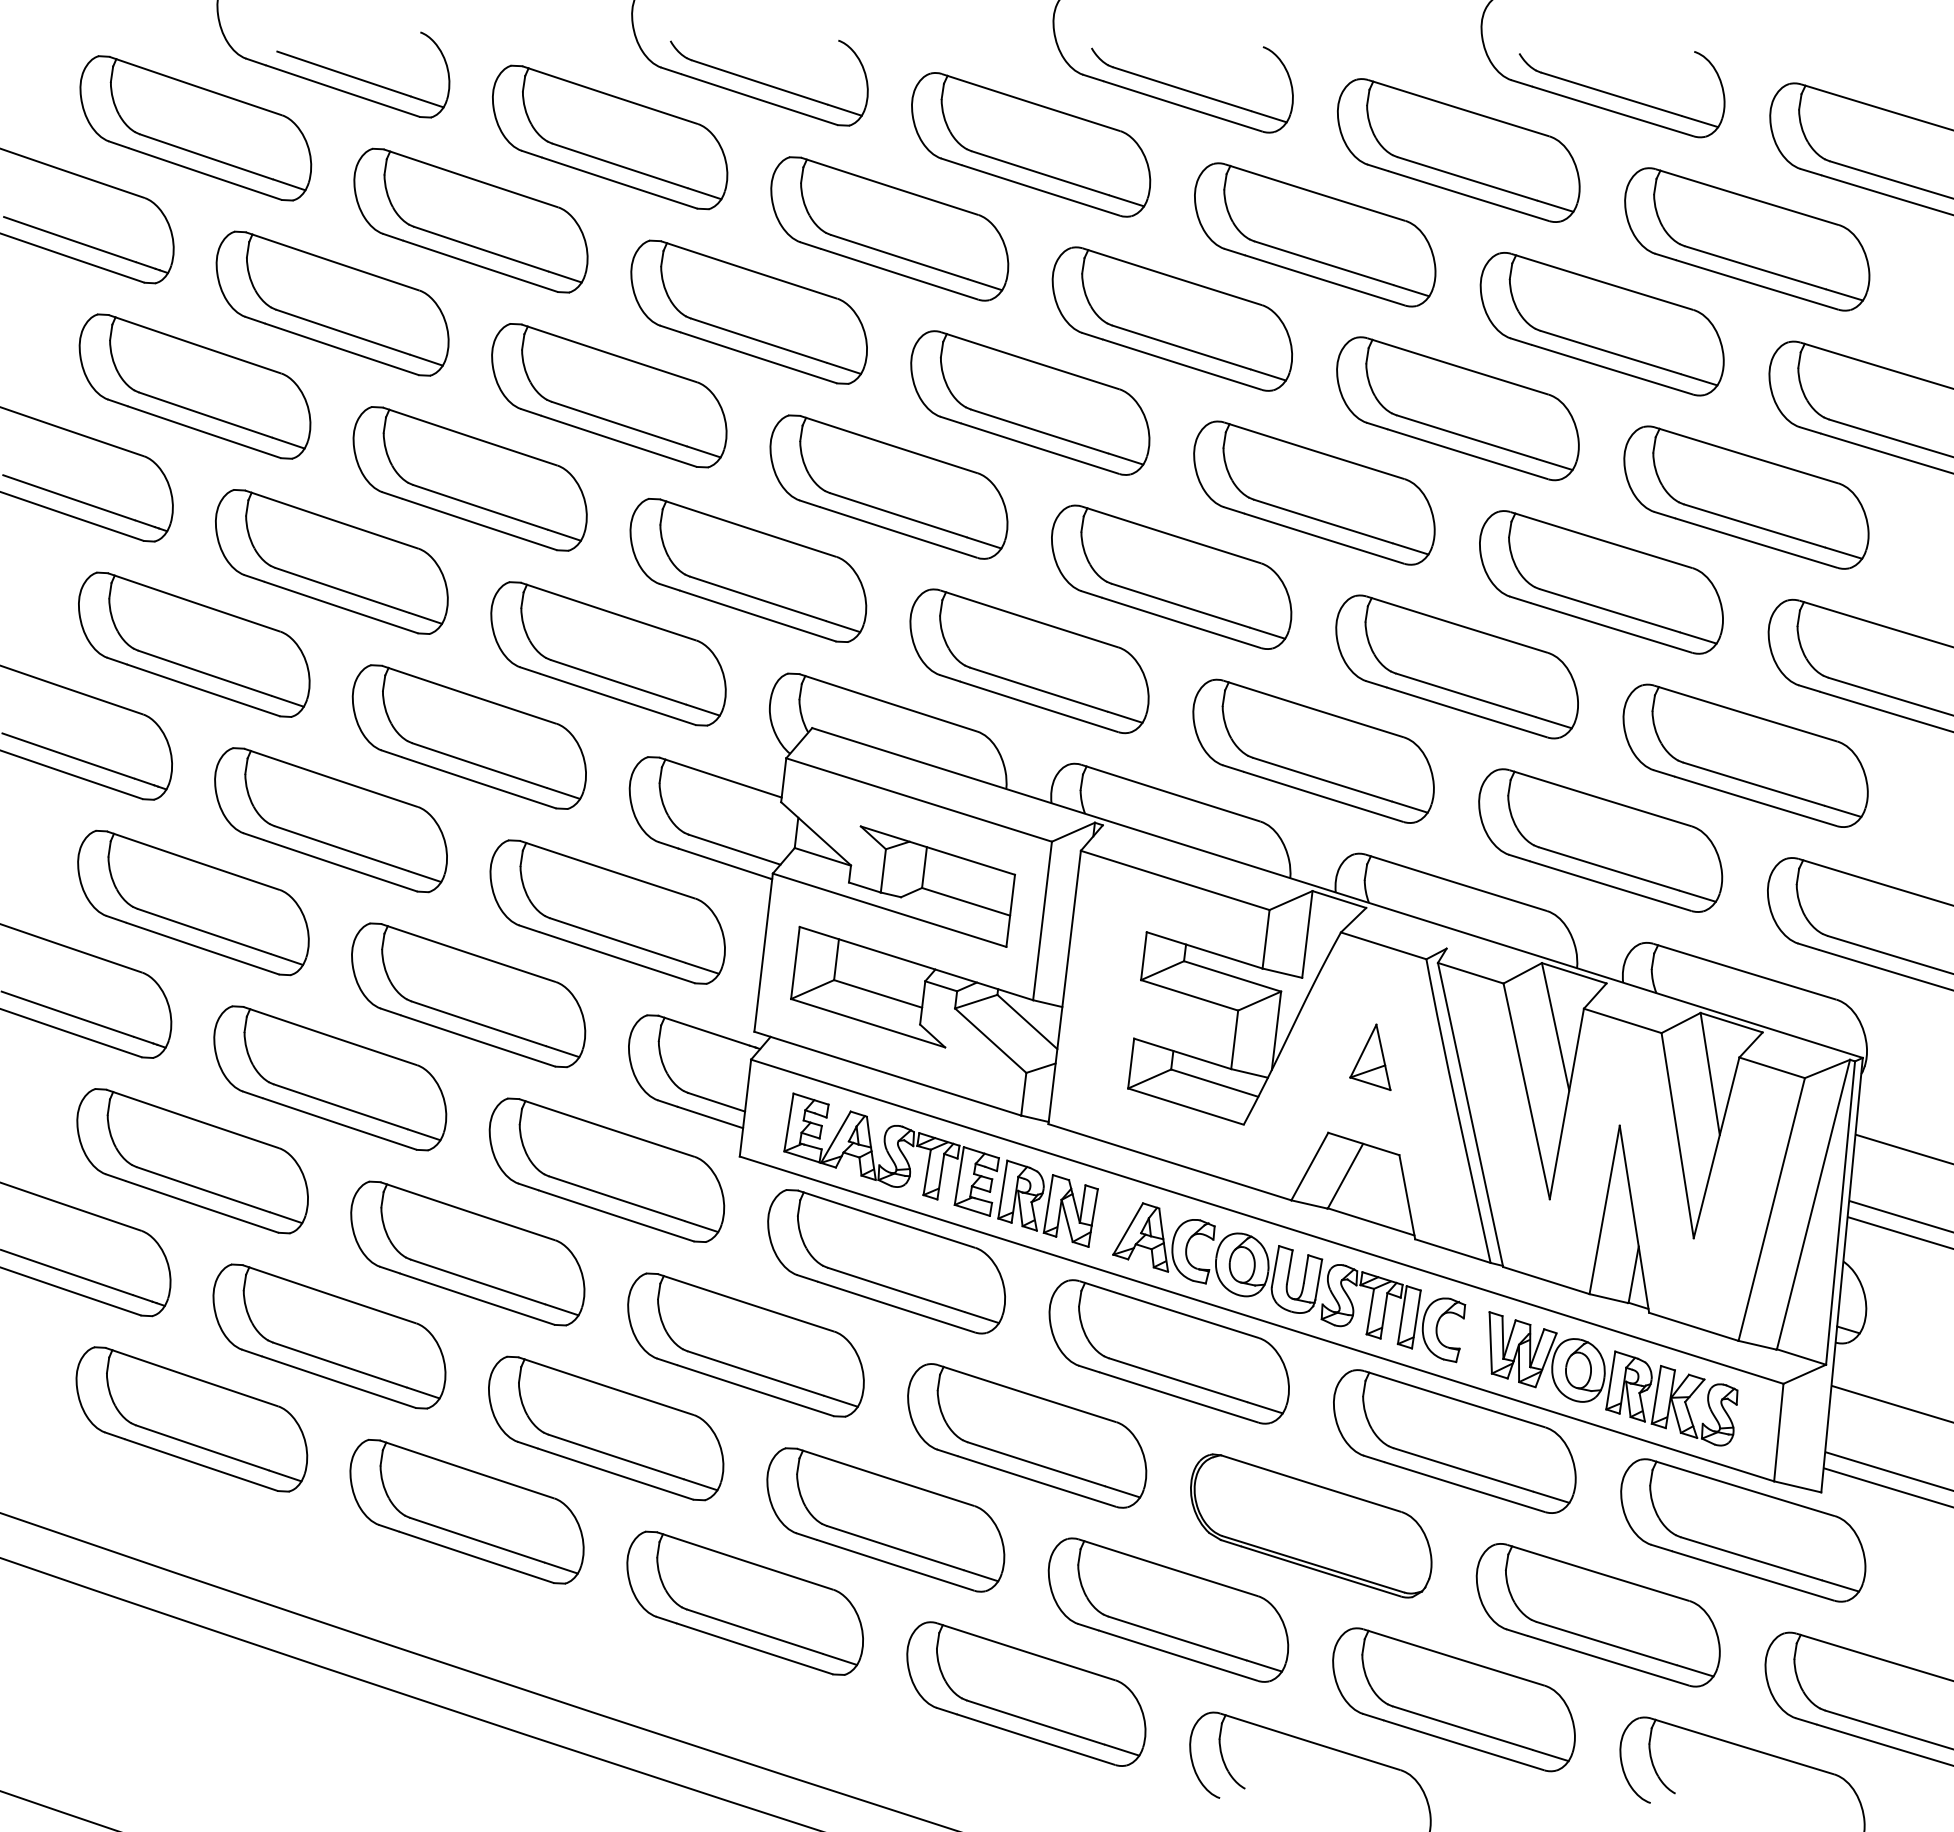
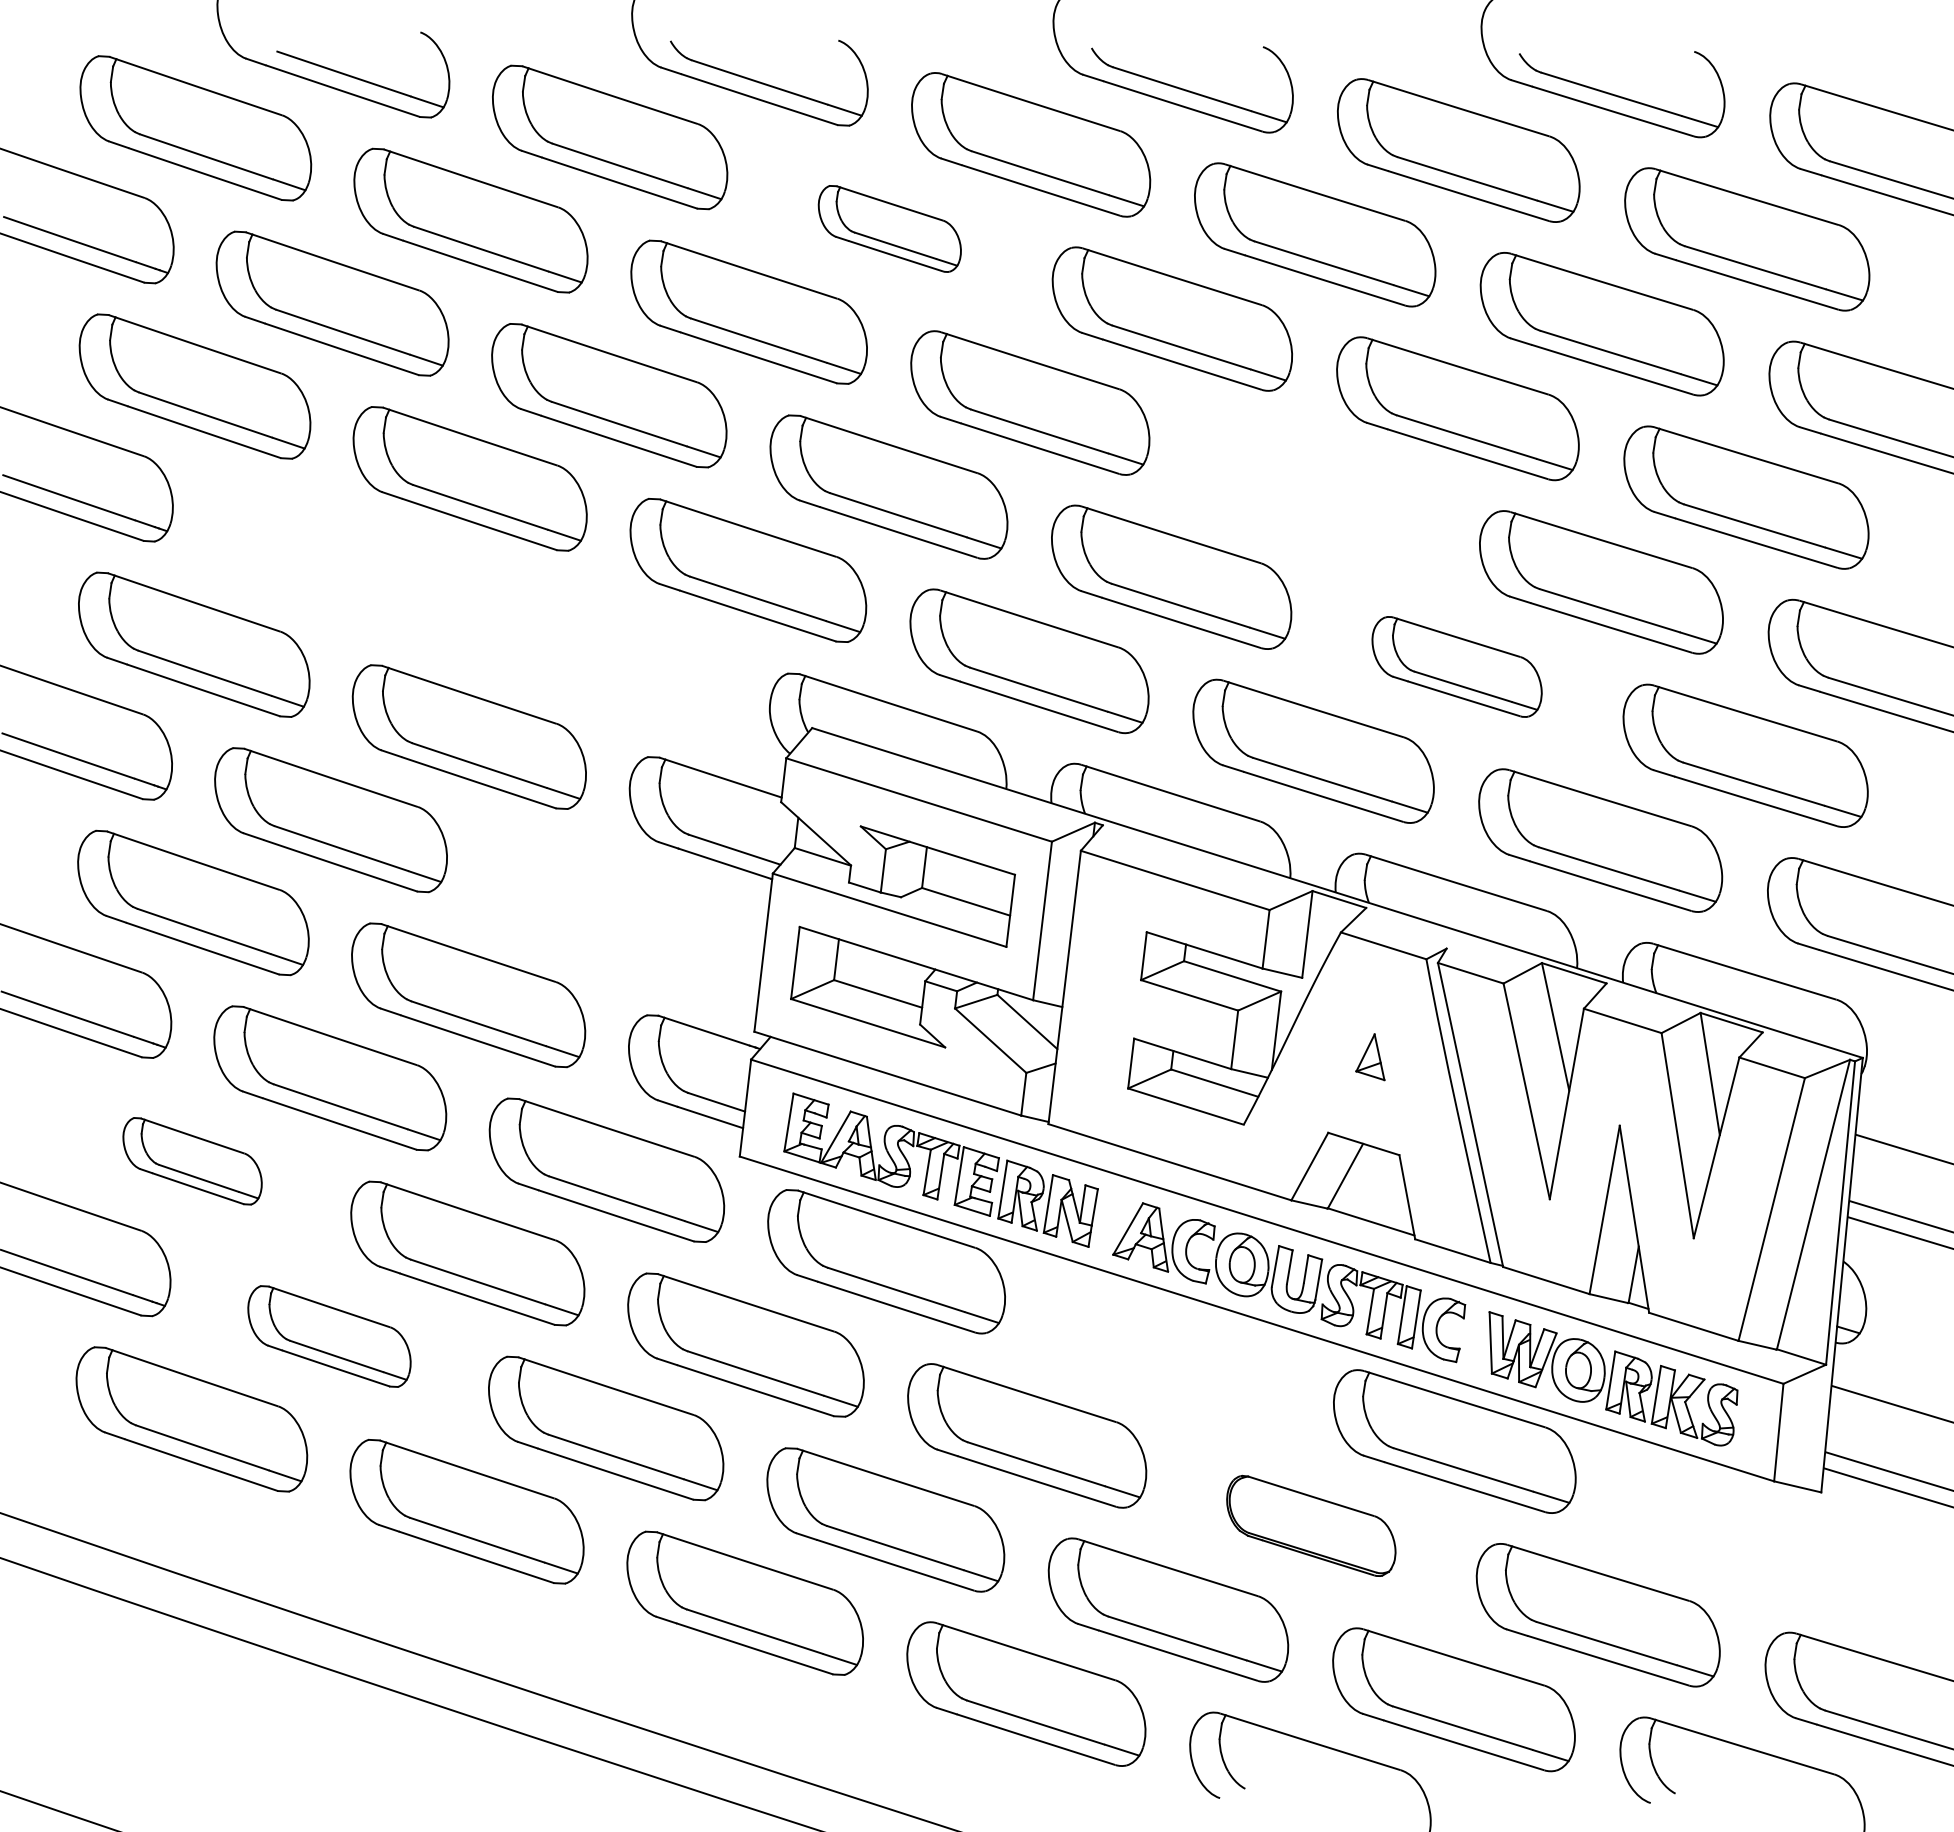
part at (889, 228) size: 240x146 px -> 145x88 px
part at (1314, 492): present -> none
part at (331, 561): present -> none
part at (608, 653): present -> none
part at (1456, 666) size: 244x146 px -> 172x102 px
part at (607, 911): present -> none
part at (1370, 1056) size: 43x68 px -> 31x49 px
part at (192, 1161) size: 233x147 px -> 141x89 px
part at (329, 1336) size: 235x147 px -> 165x103 px
part at (1168, 1351): present -> none
part at (1311, 1525) size: 243x146 px -> 171x103 px
part at (1743, 1530): present -> none
